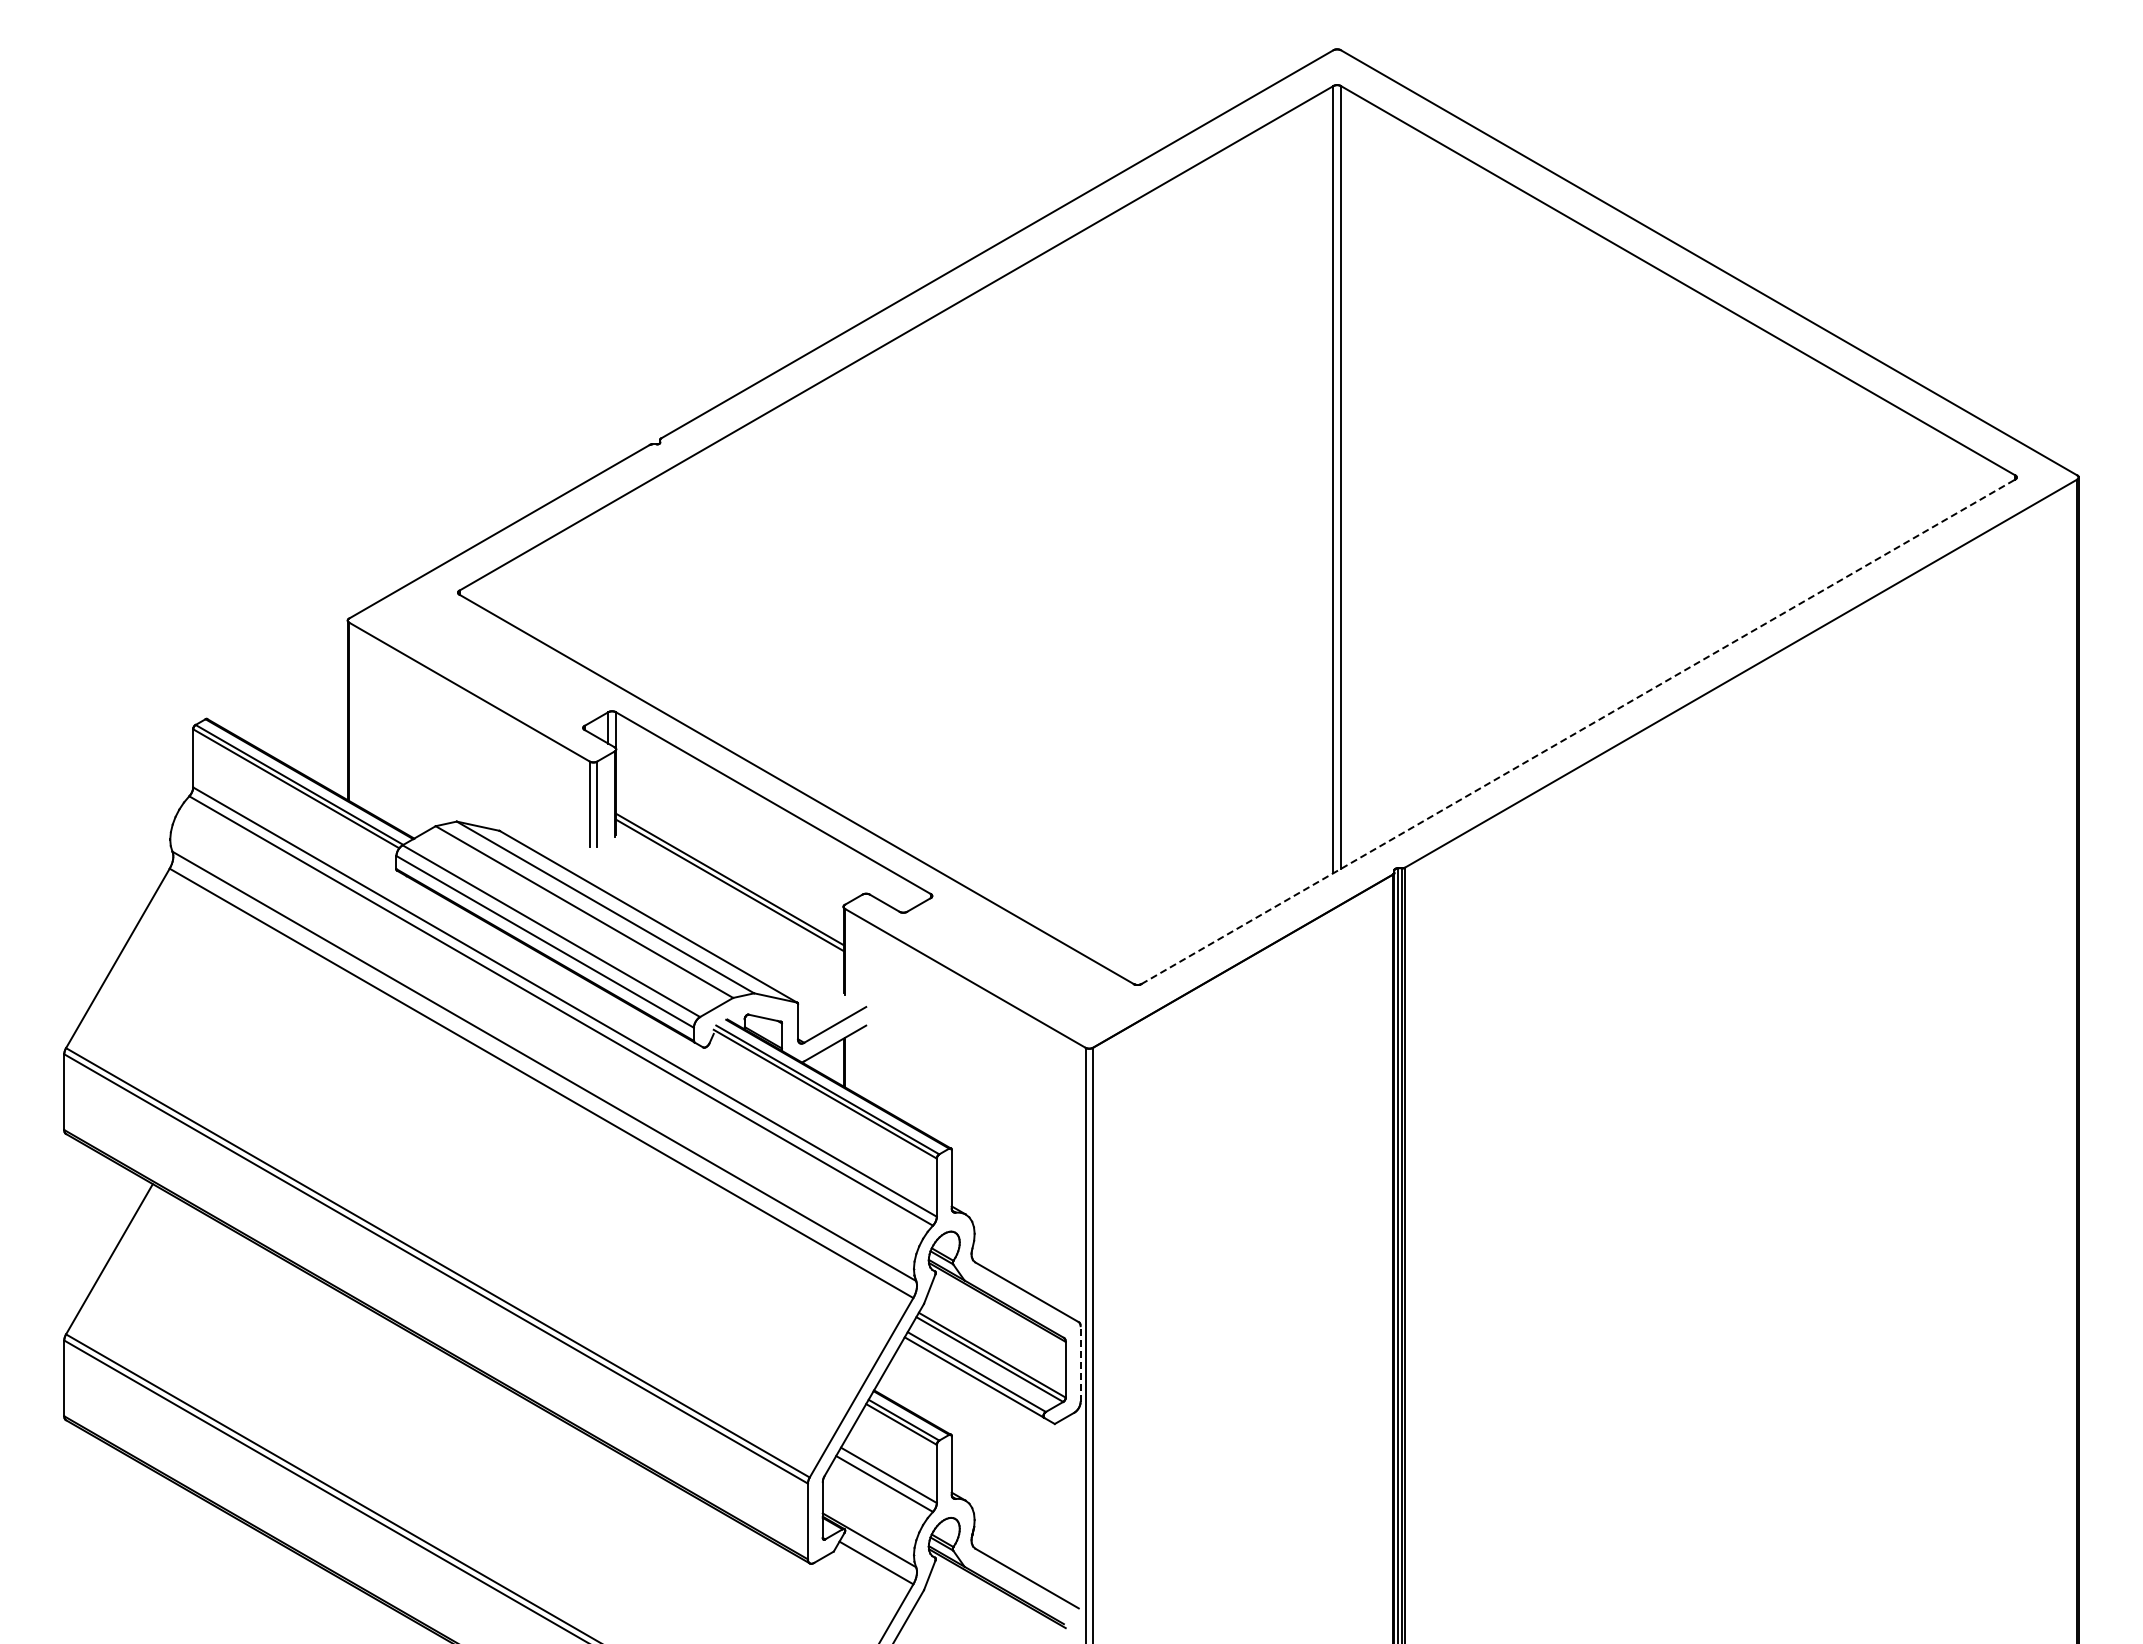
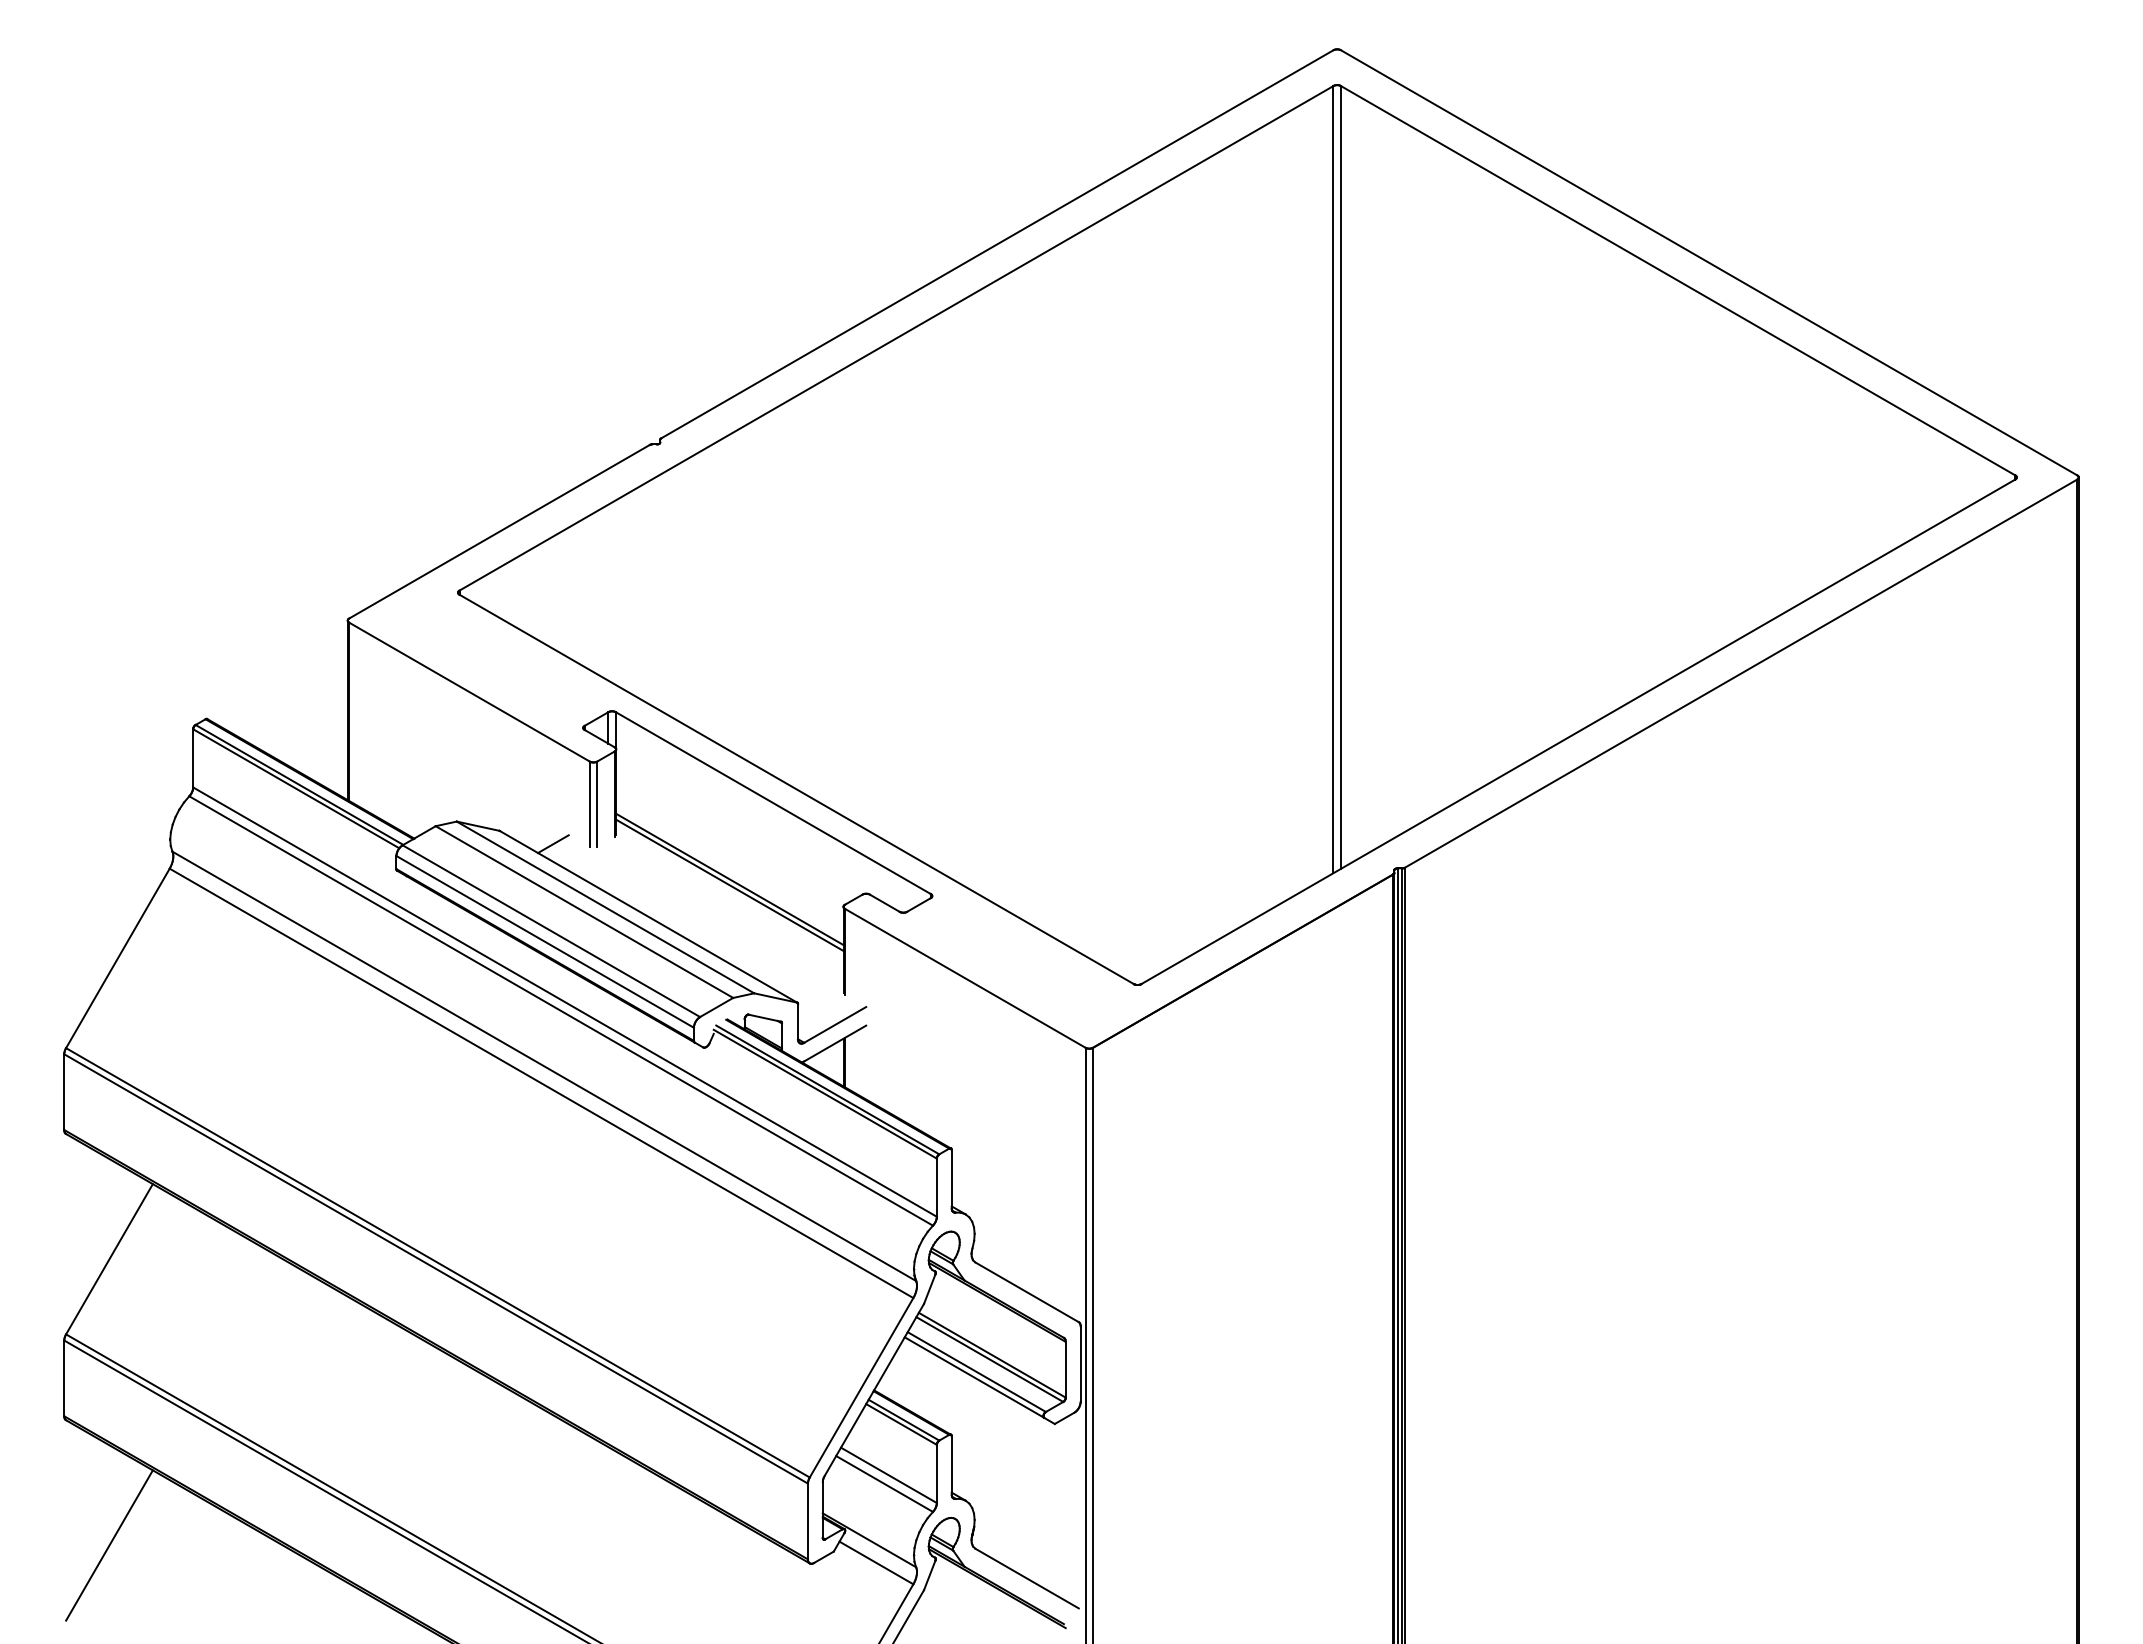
line at (1578, 731): dashed -> solid
line at (553, 844): none -> present
line at (1080, 1364): dashed -> solid
line at (109, 1545): none -> present
